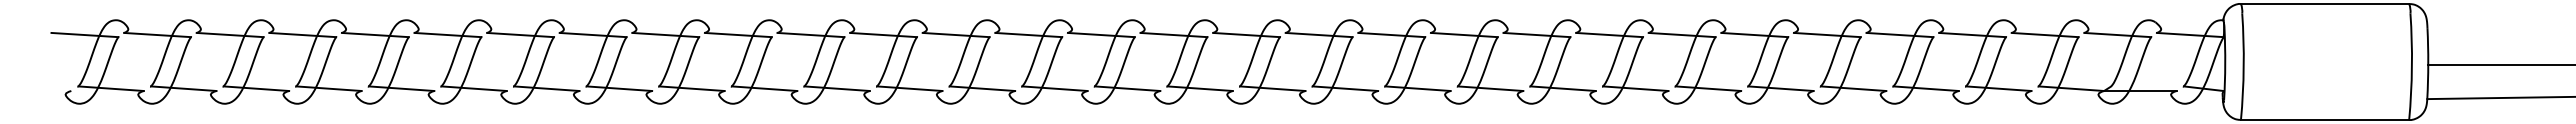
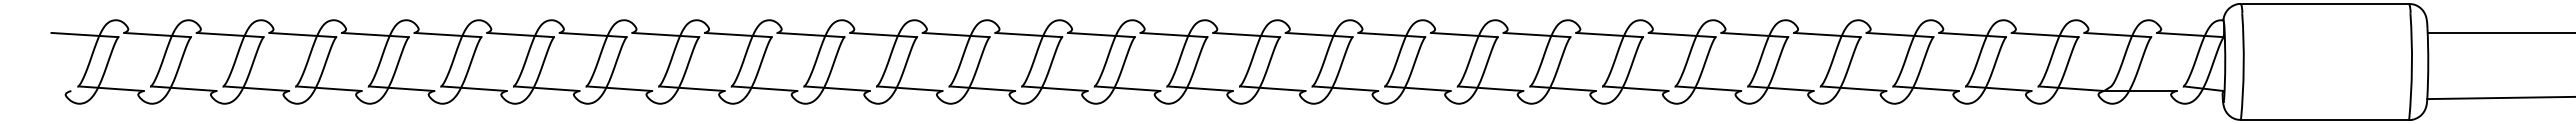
line at (2499, 64) position: (2499, 64) -> (2499, 32)
